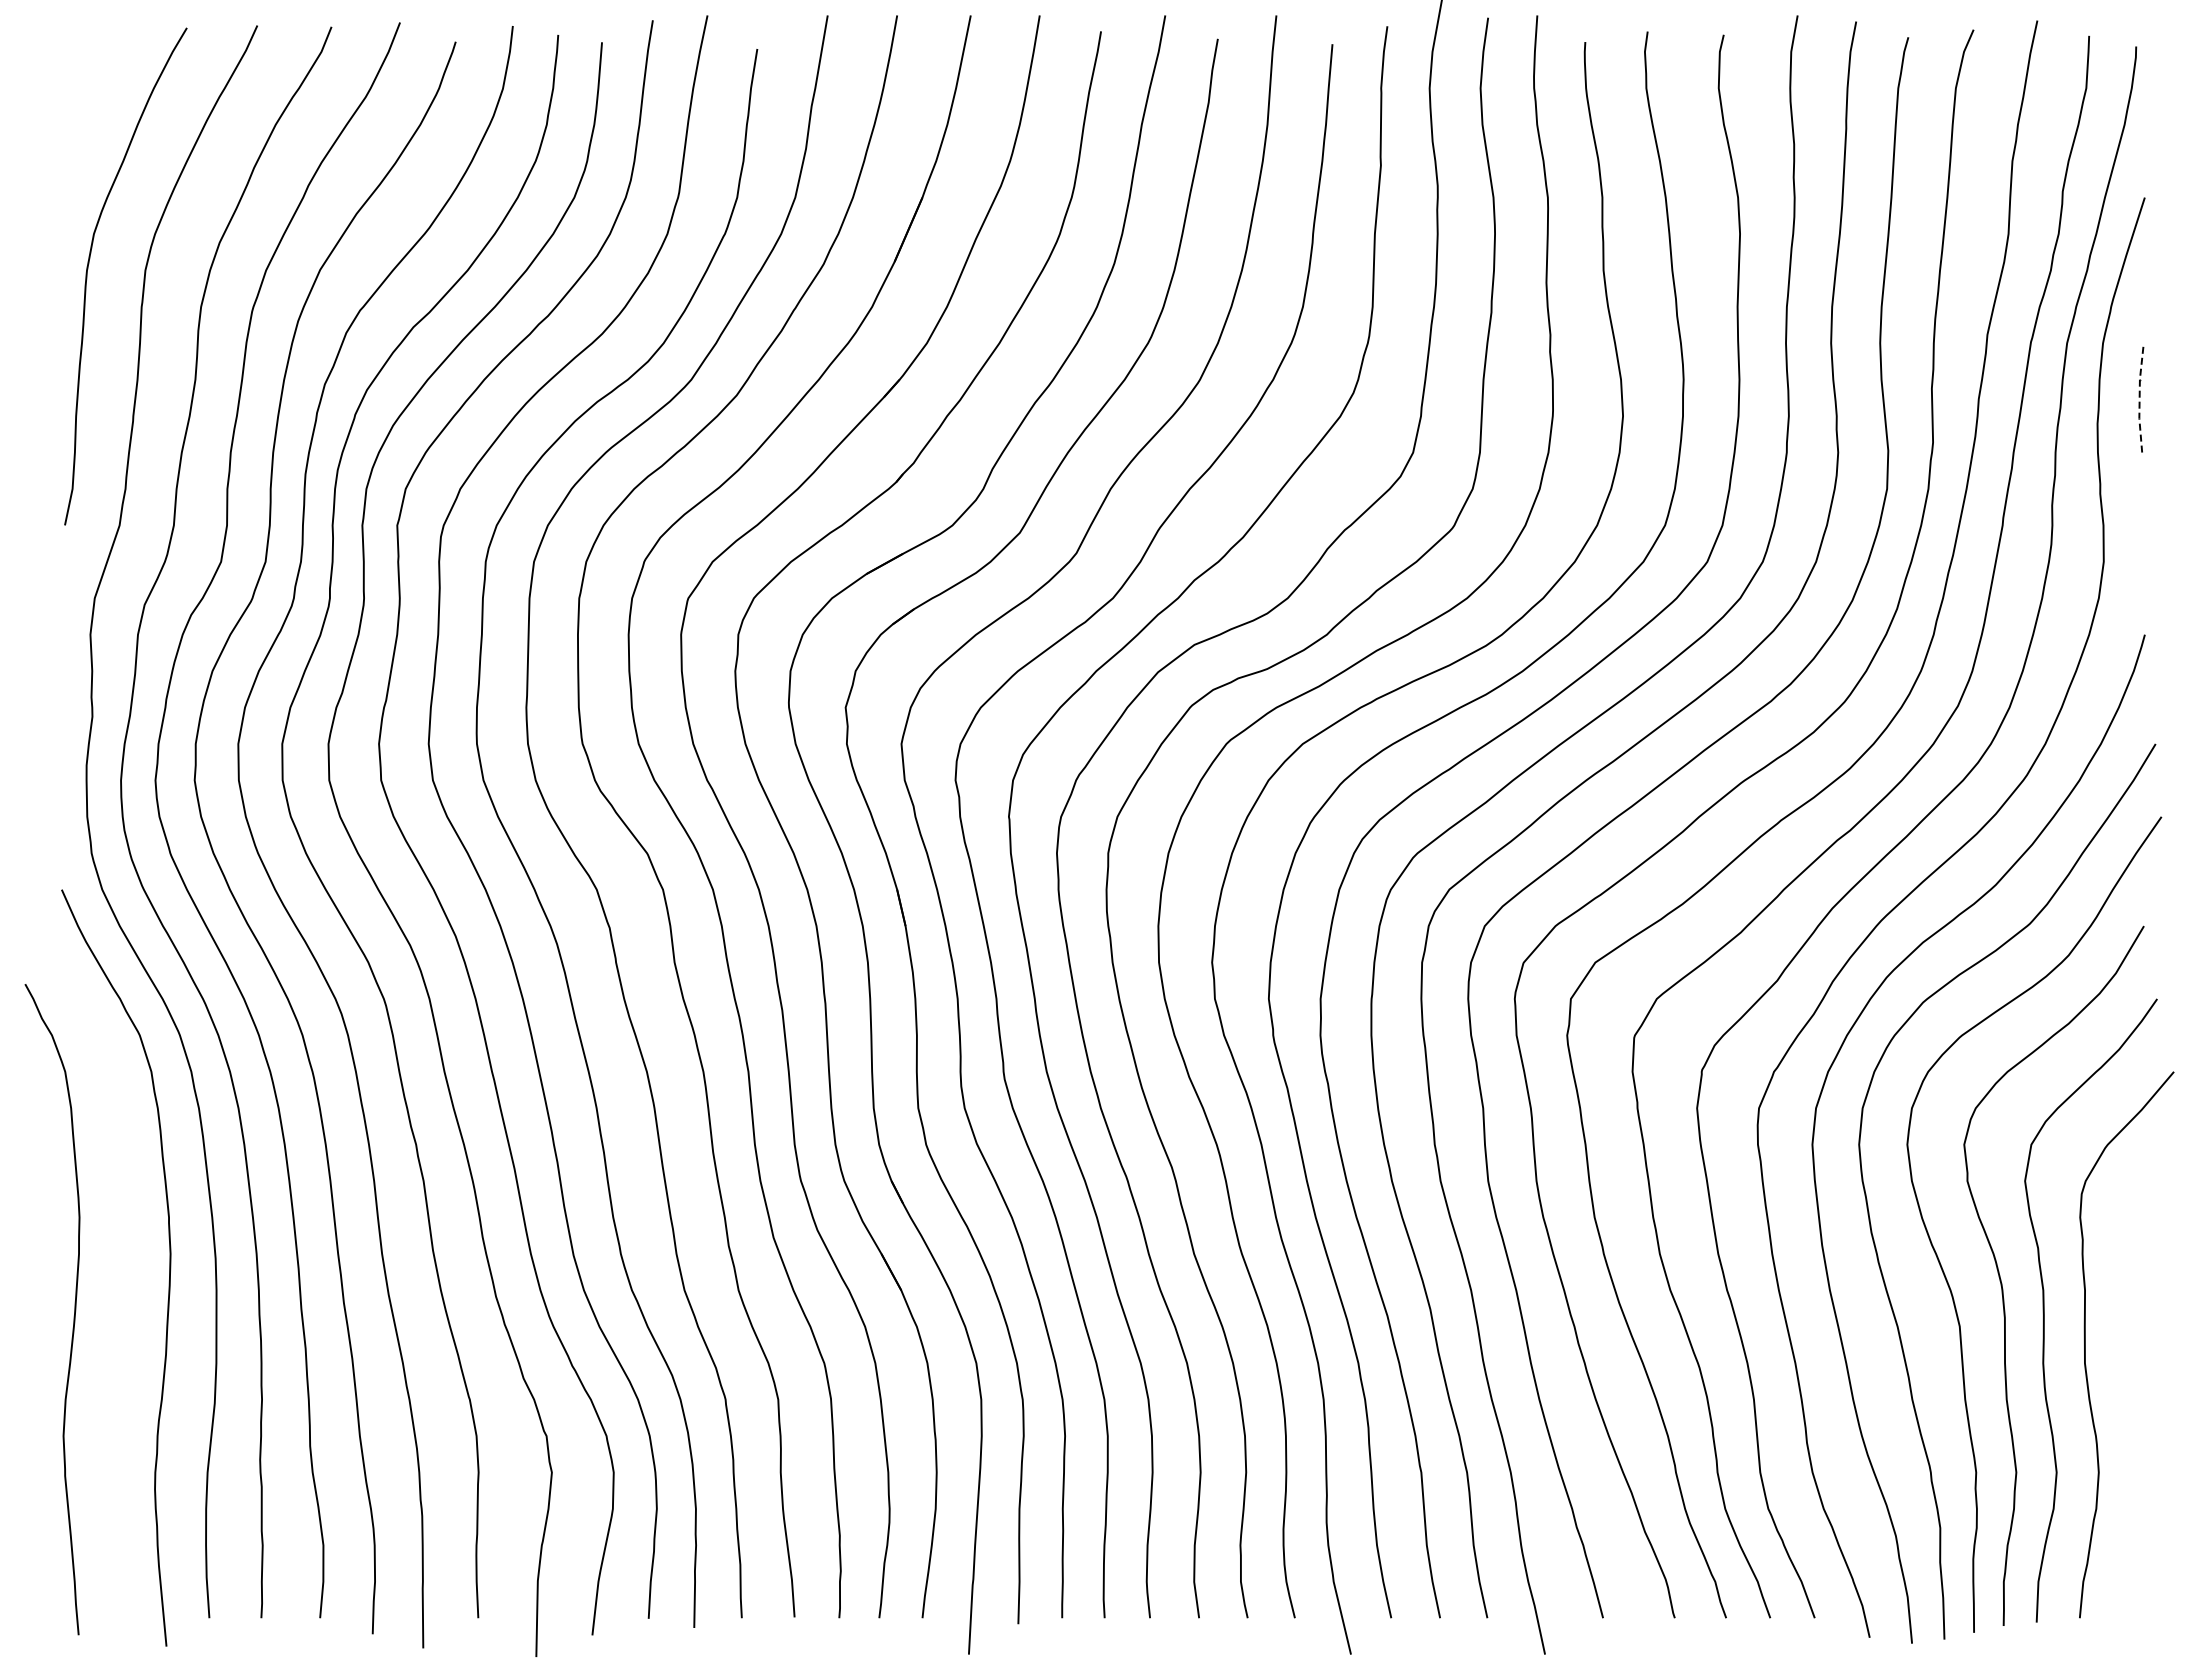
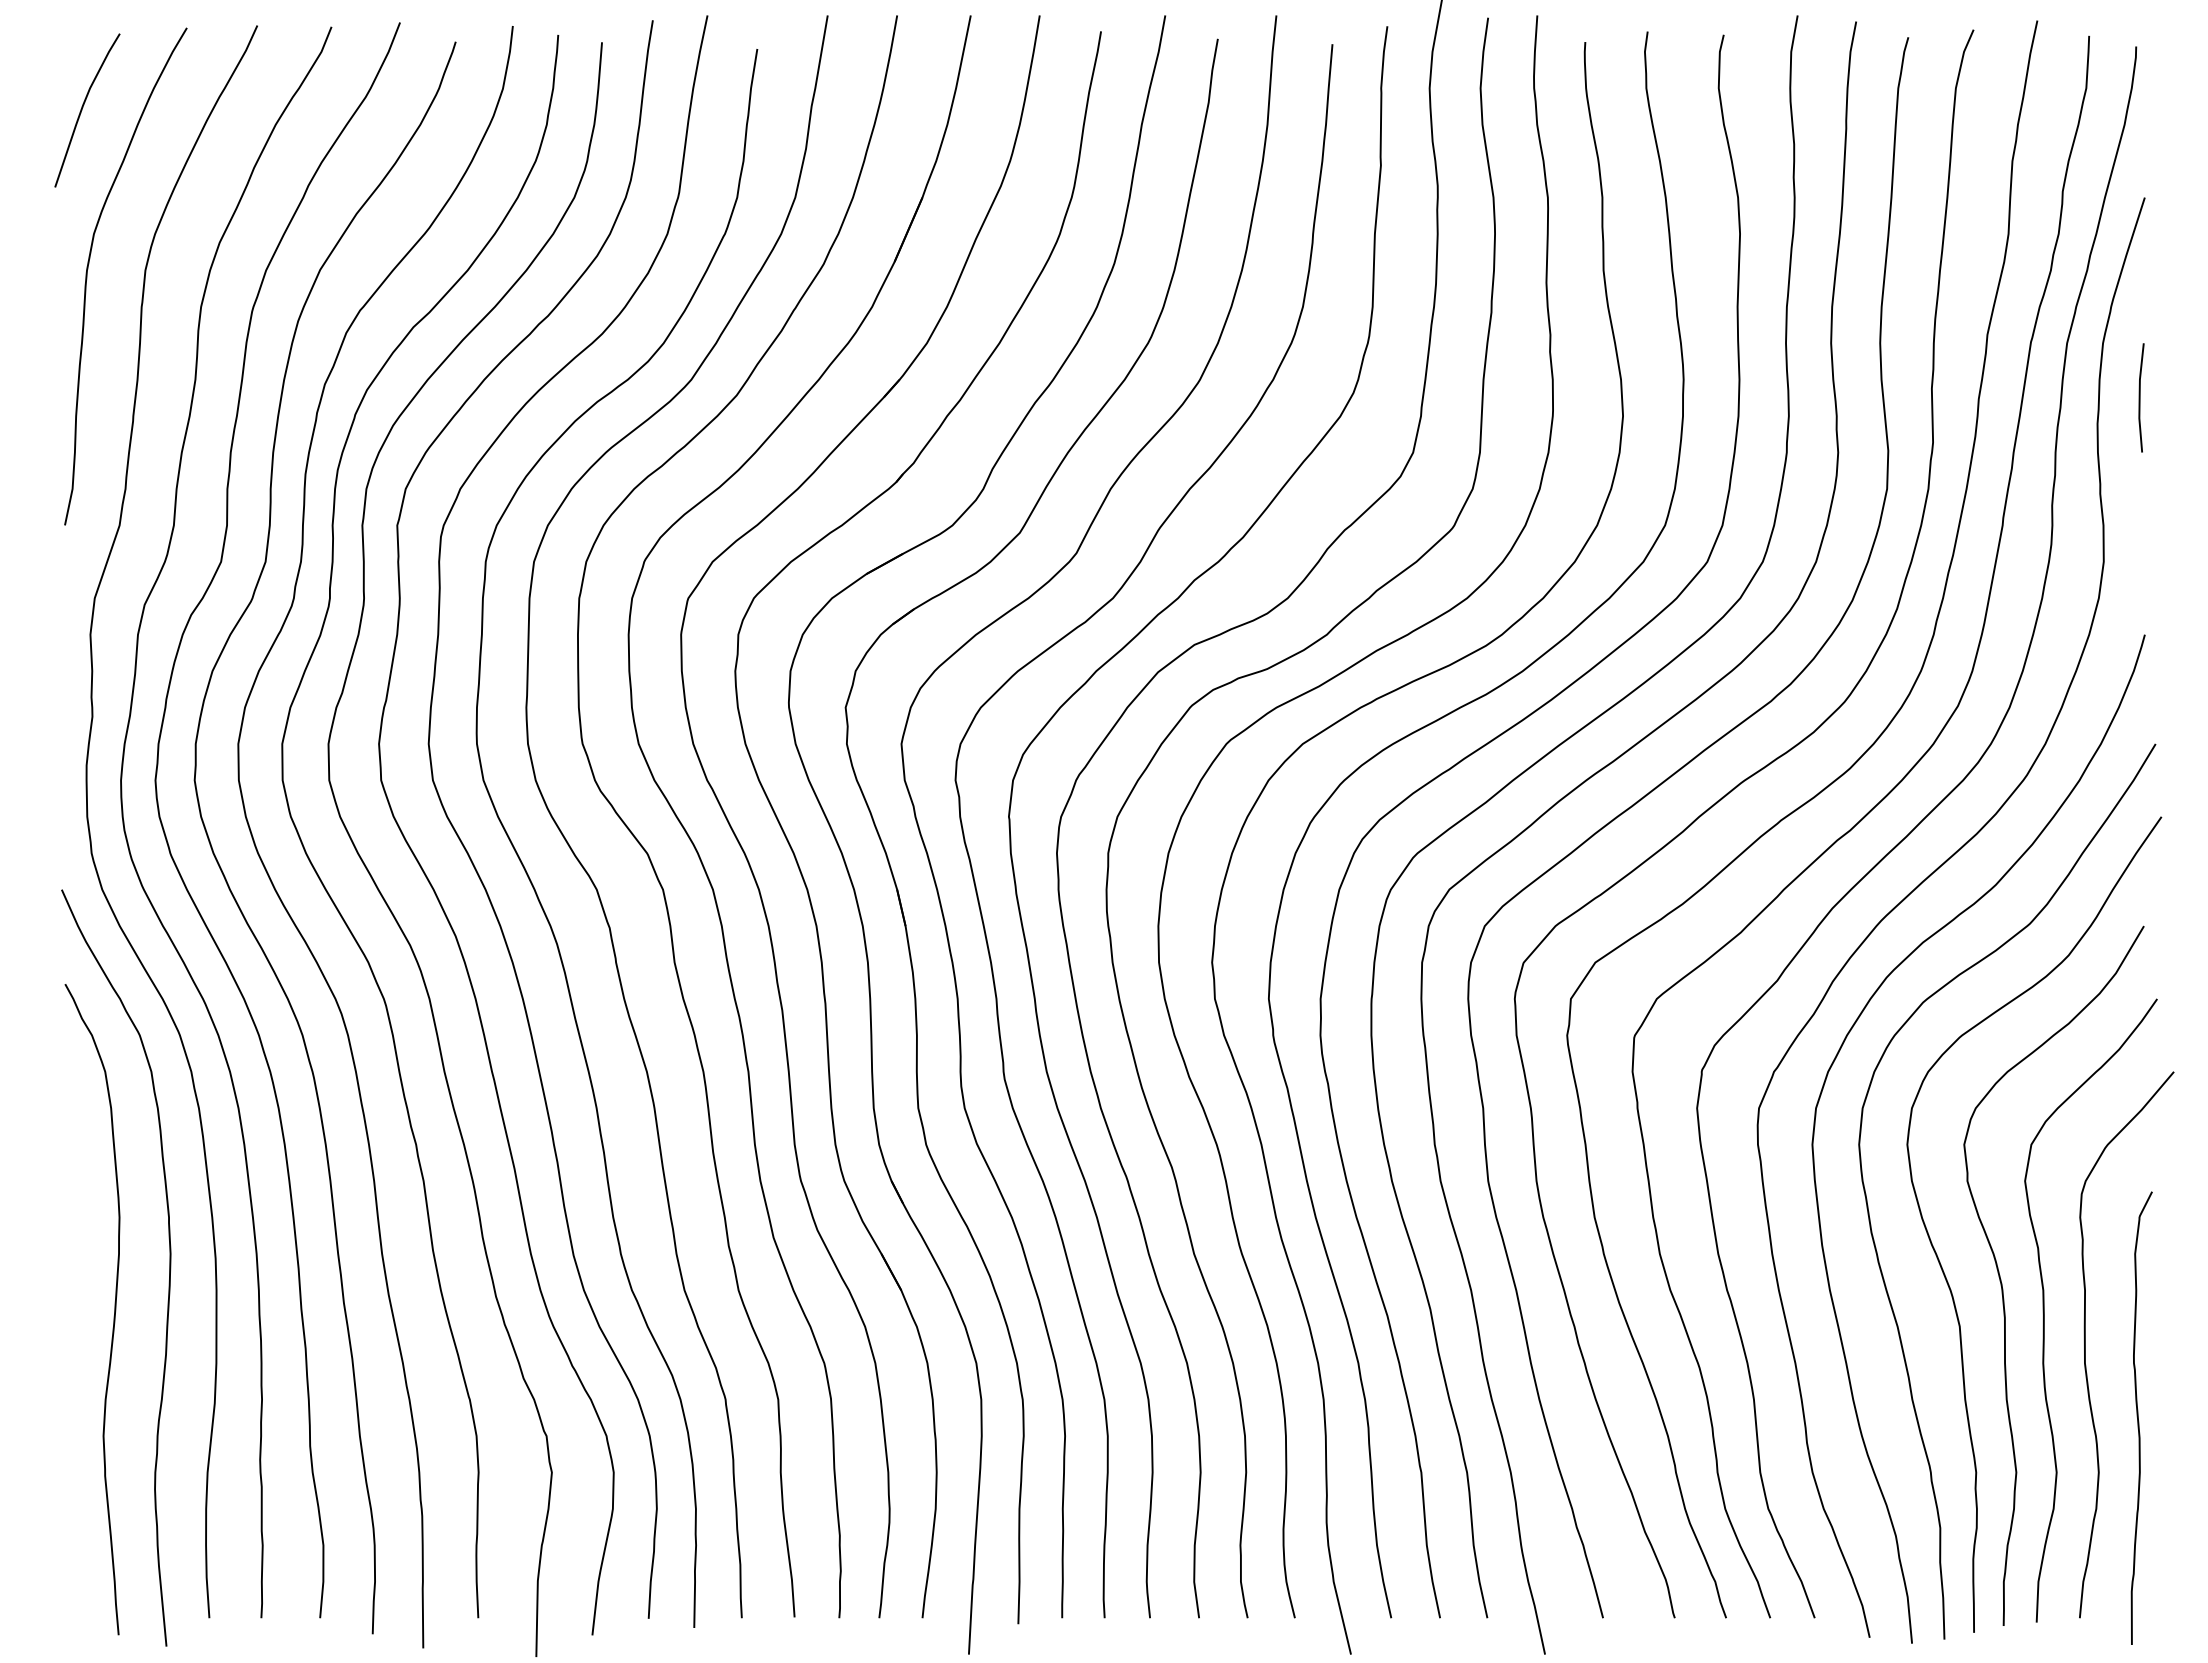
curve at (83, 107): none -> present
line at (2139, 397): dashed -> solid
curve at (74, 1309) position: (74, 1309) -> (114, 1309)
curve at (2138, 1417): none -> present
